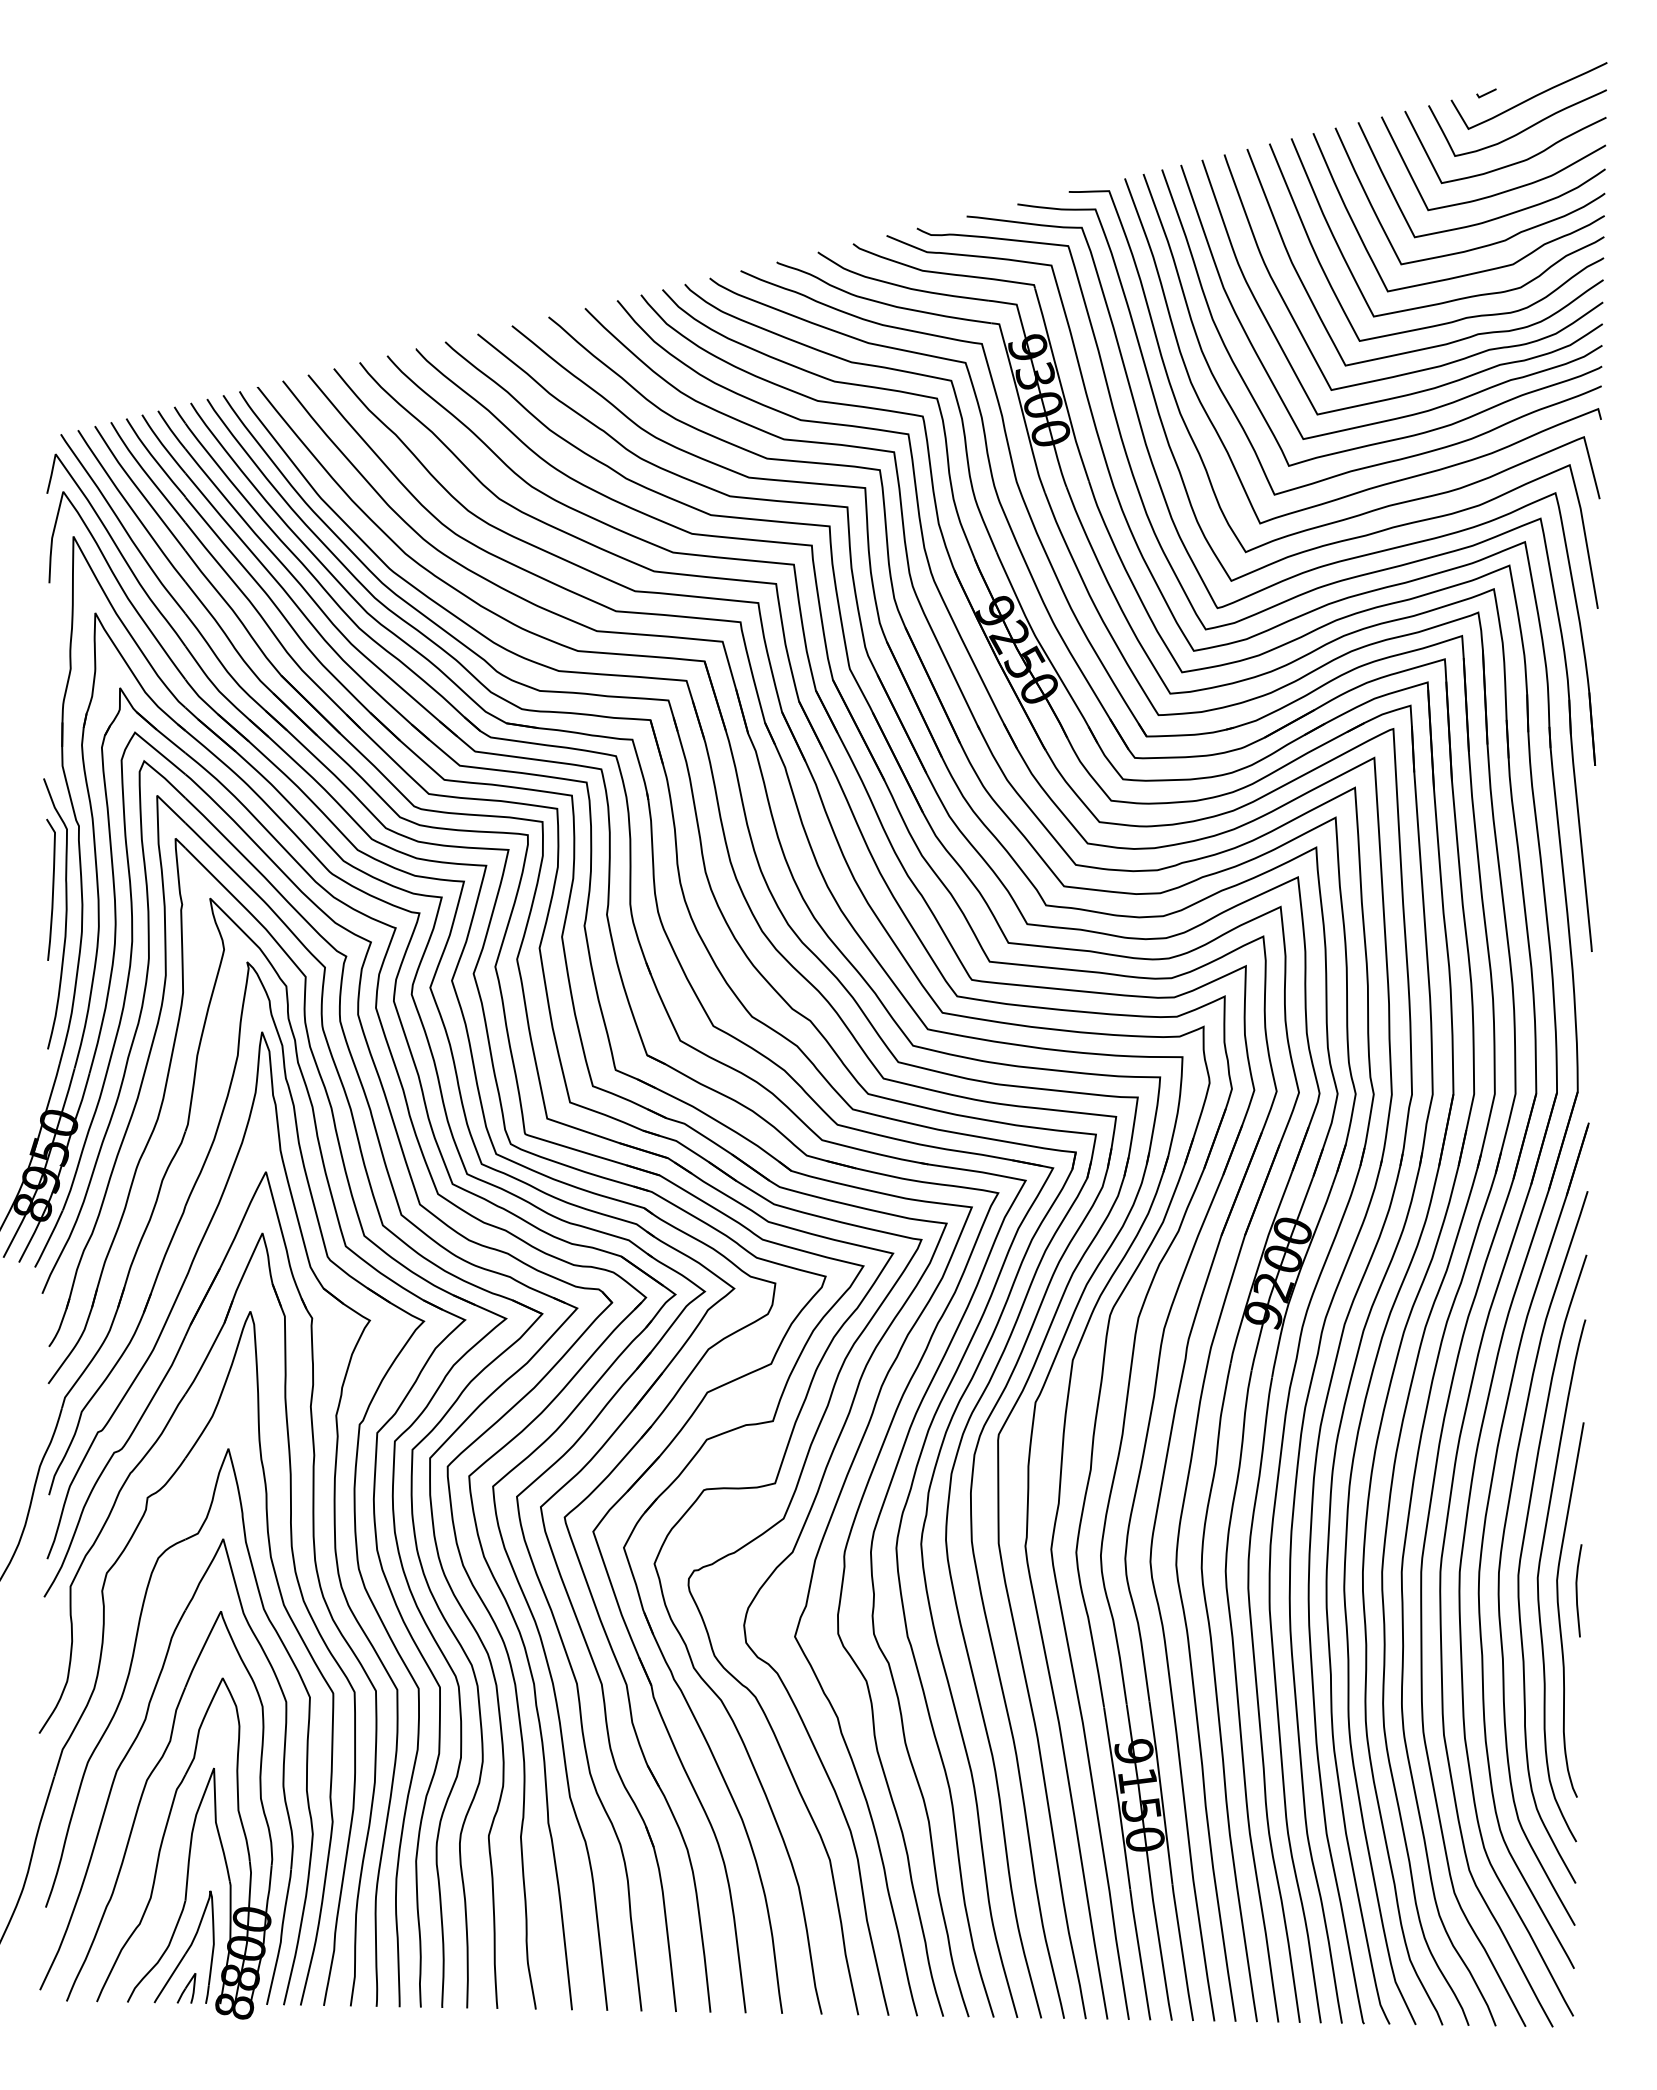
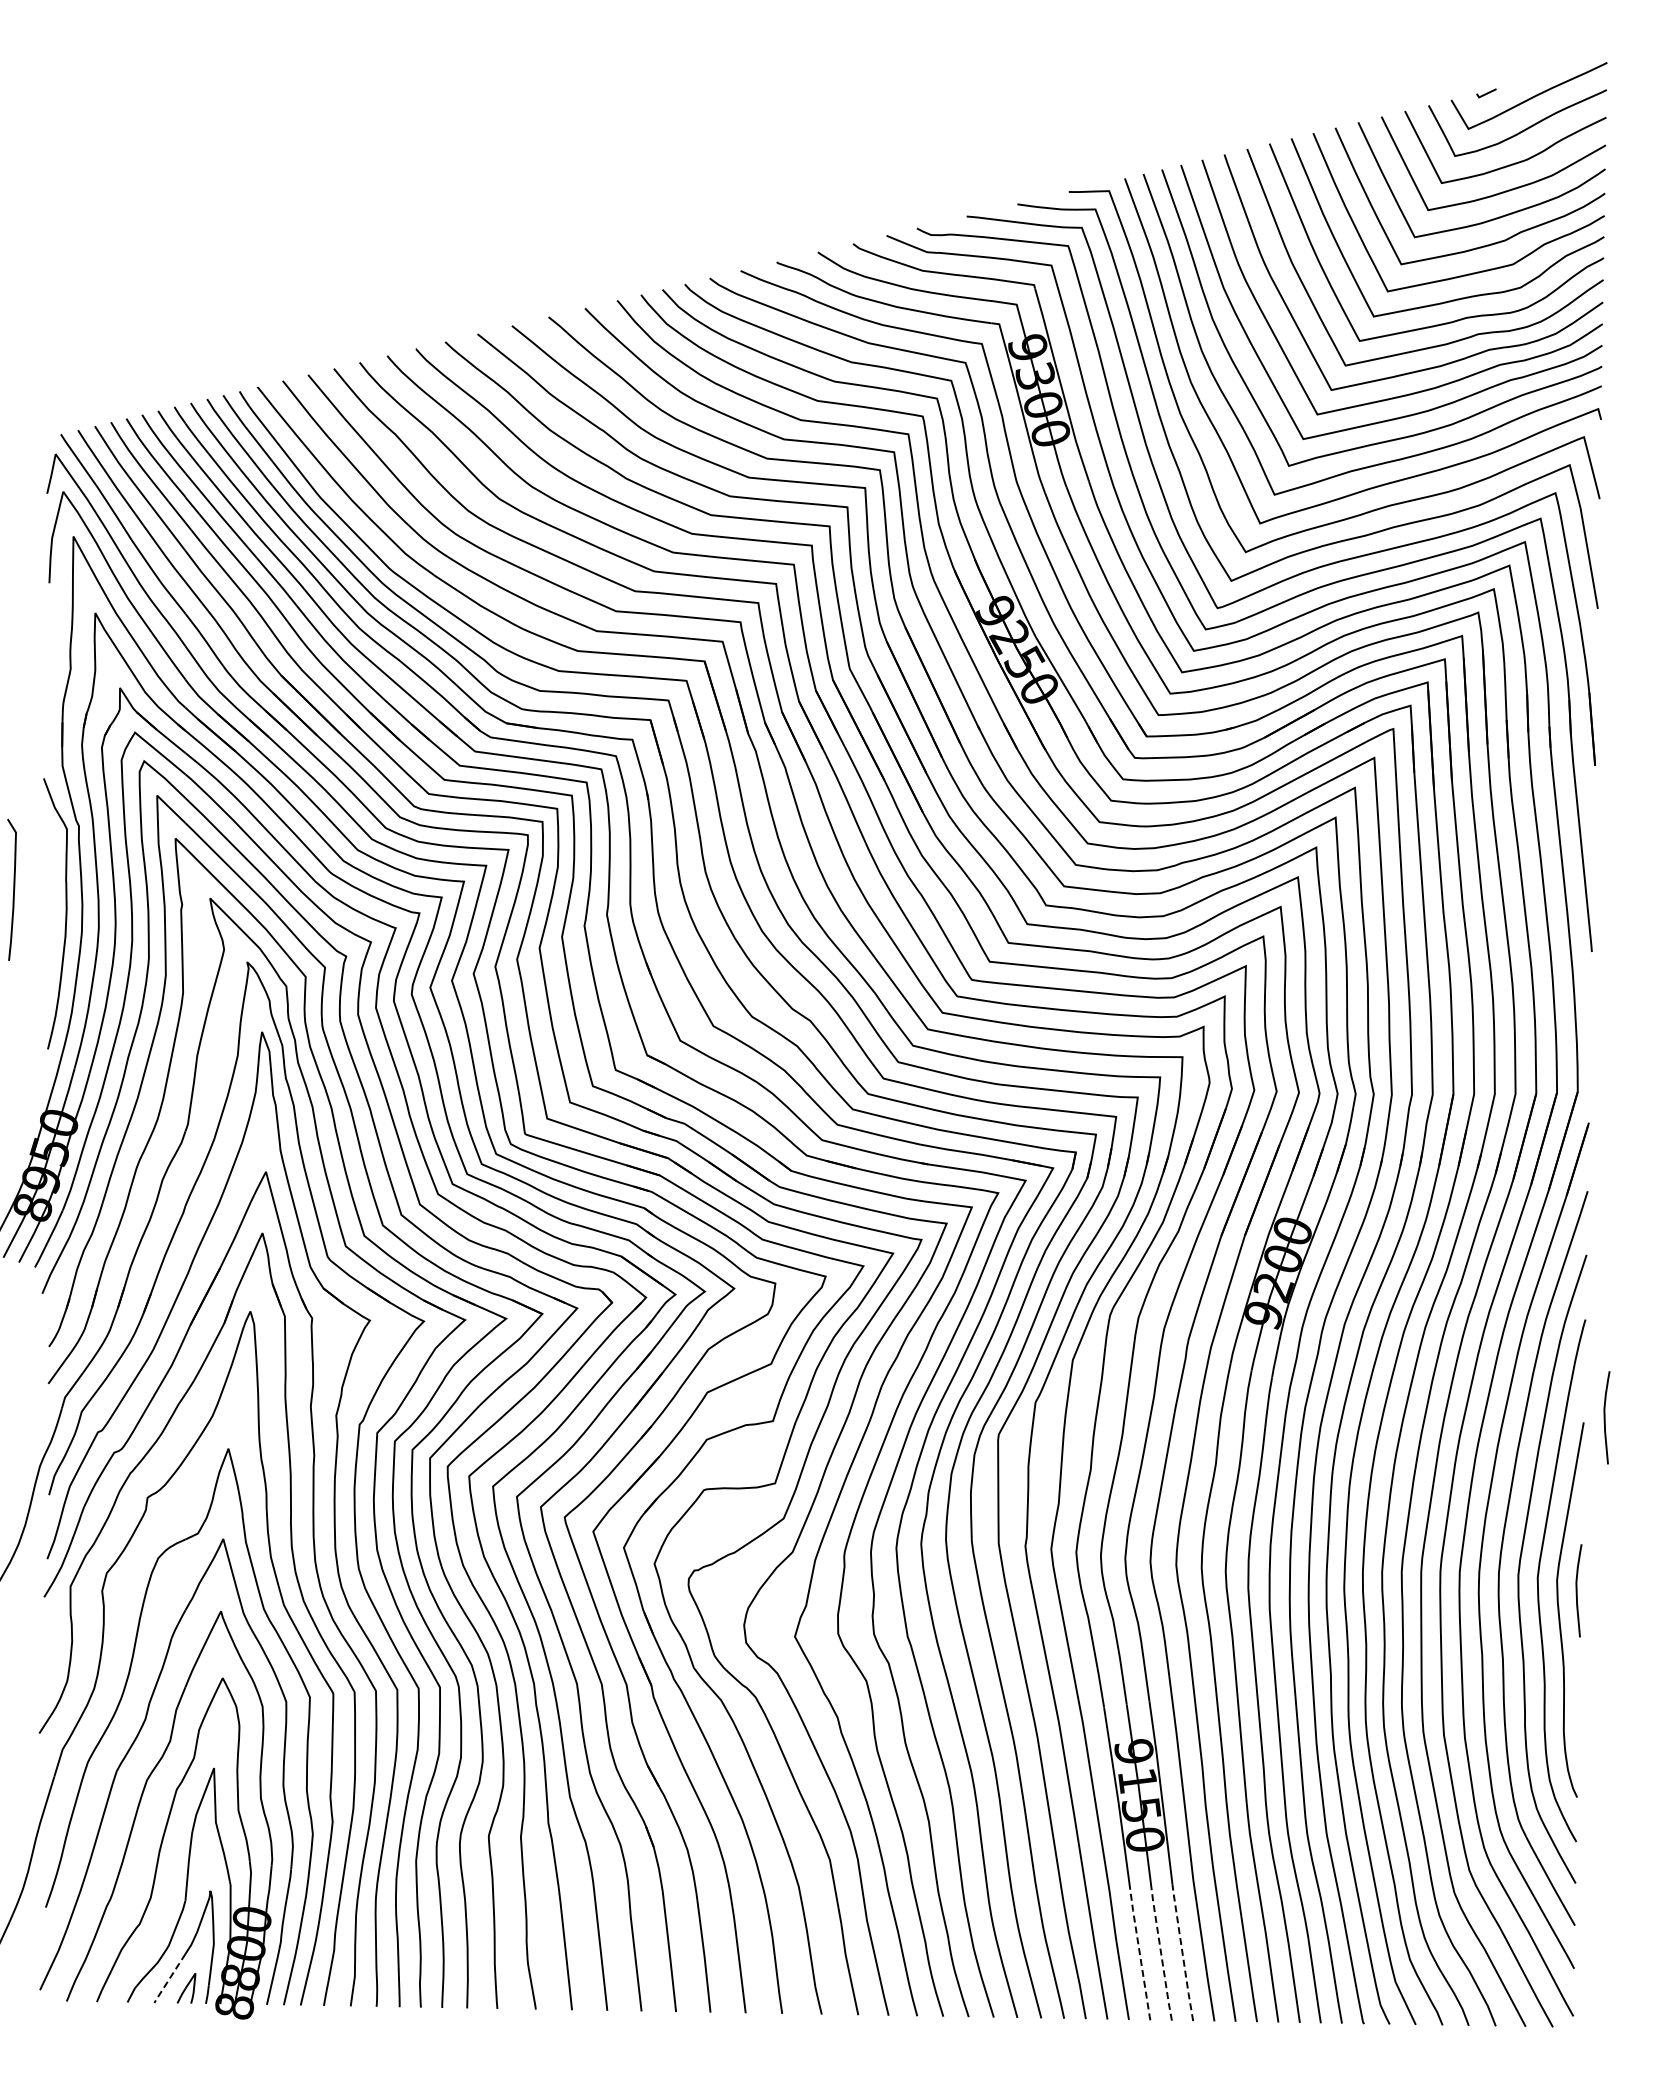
curve at (52, 889) position: (52, 889) -> (13, 889)
curve at (1605, 1417): none -> present
line at (1182, 1952): solid -> dashed
line at (1161, 1953): solid -> dashed
line at (1140, 1955): solid -> dashed
line at (169, 1978): solid -> dashed
